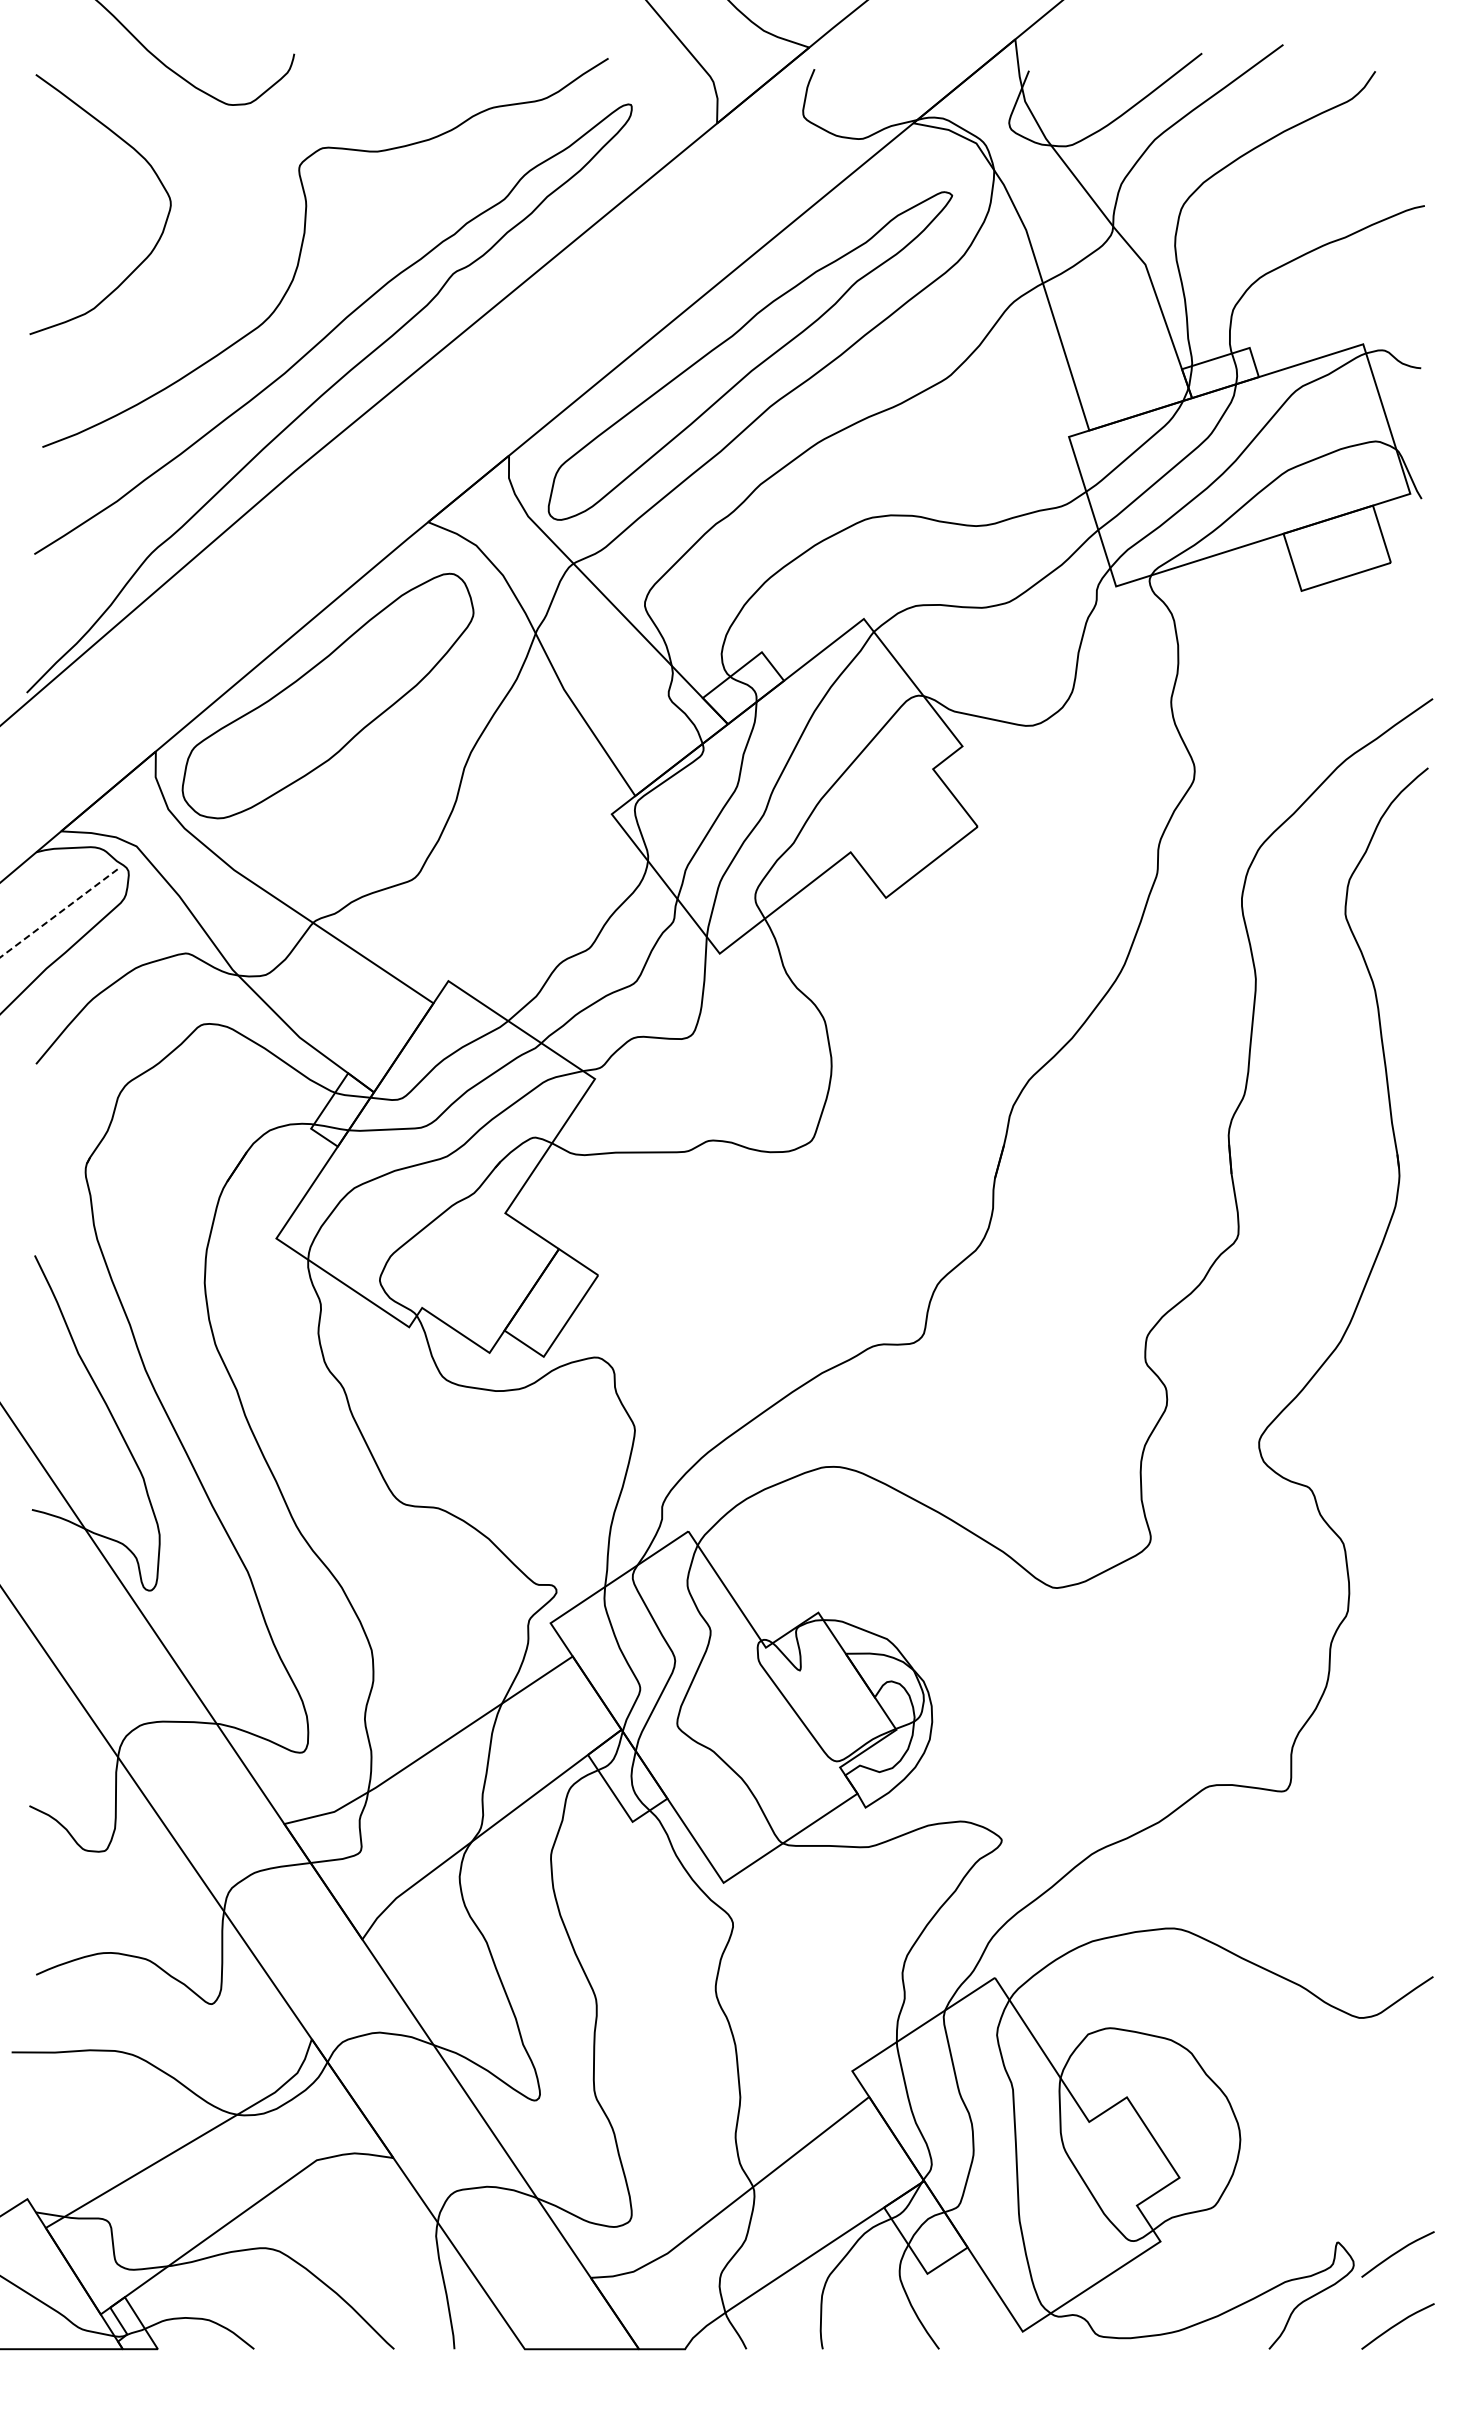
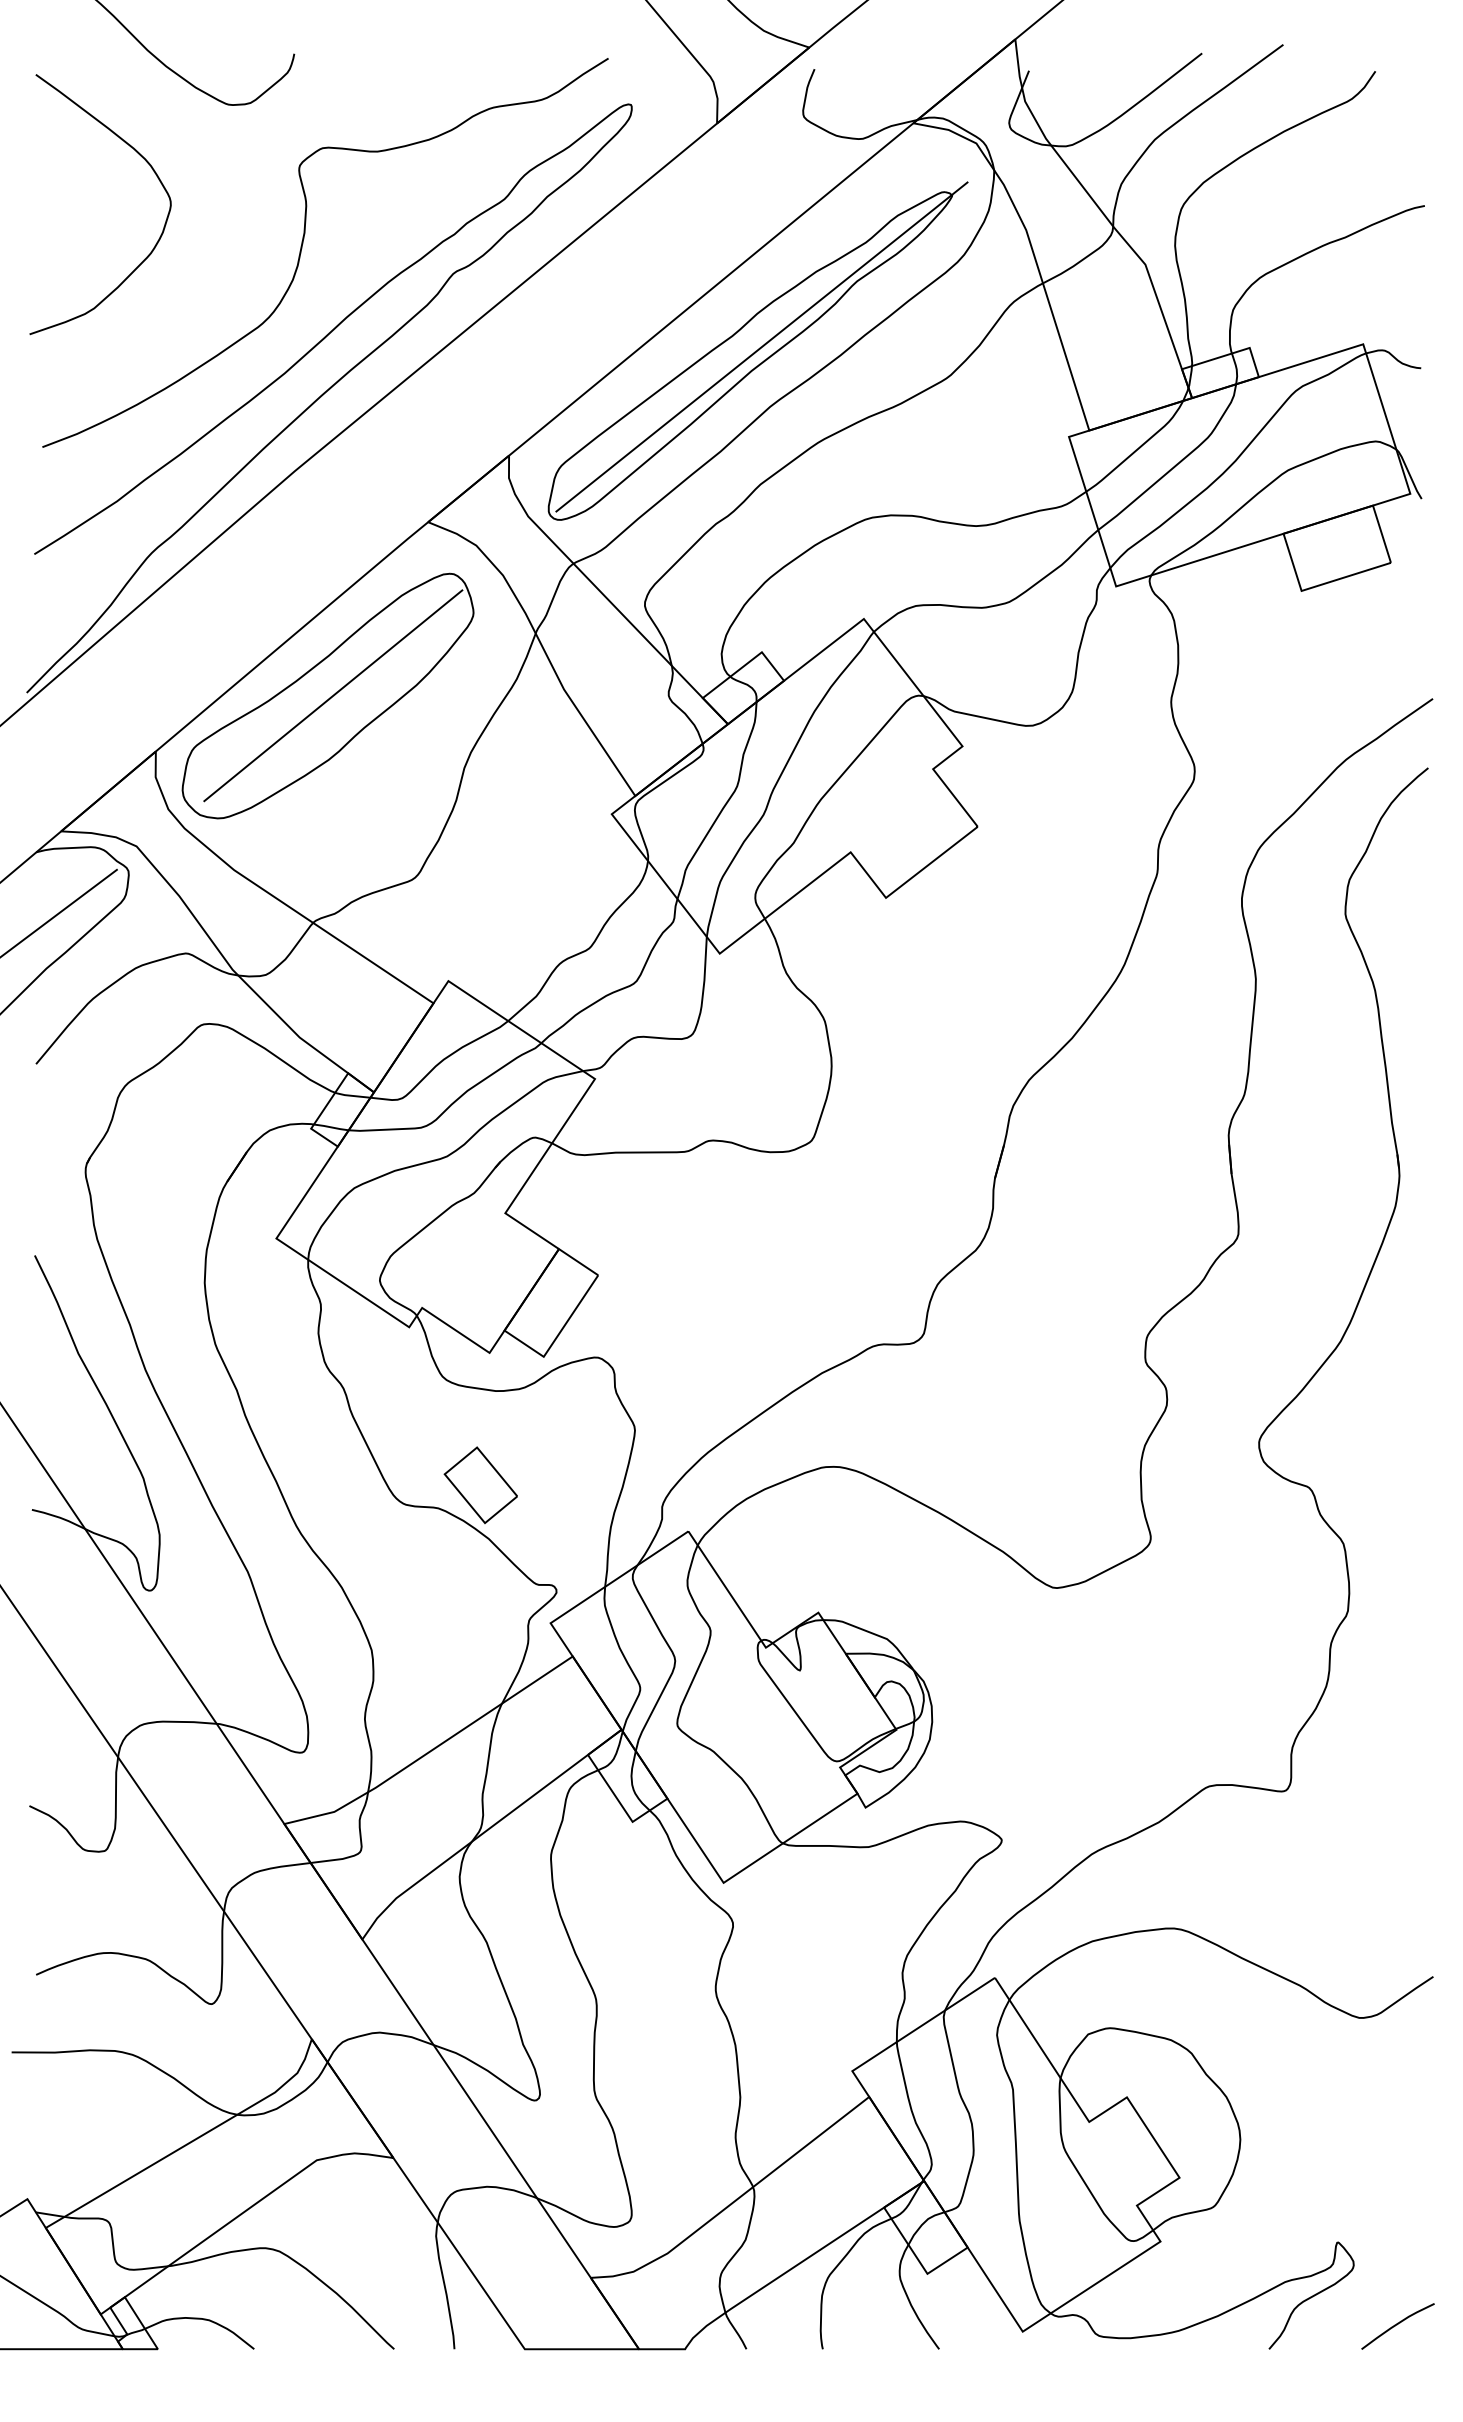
line at (761, 346): none -> present
line at (333, 695): none -> present
line at (58, 913): dashed -> solid
part at (480, 1485): none -> present
curve at (1397, 2253): present -> none
